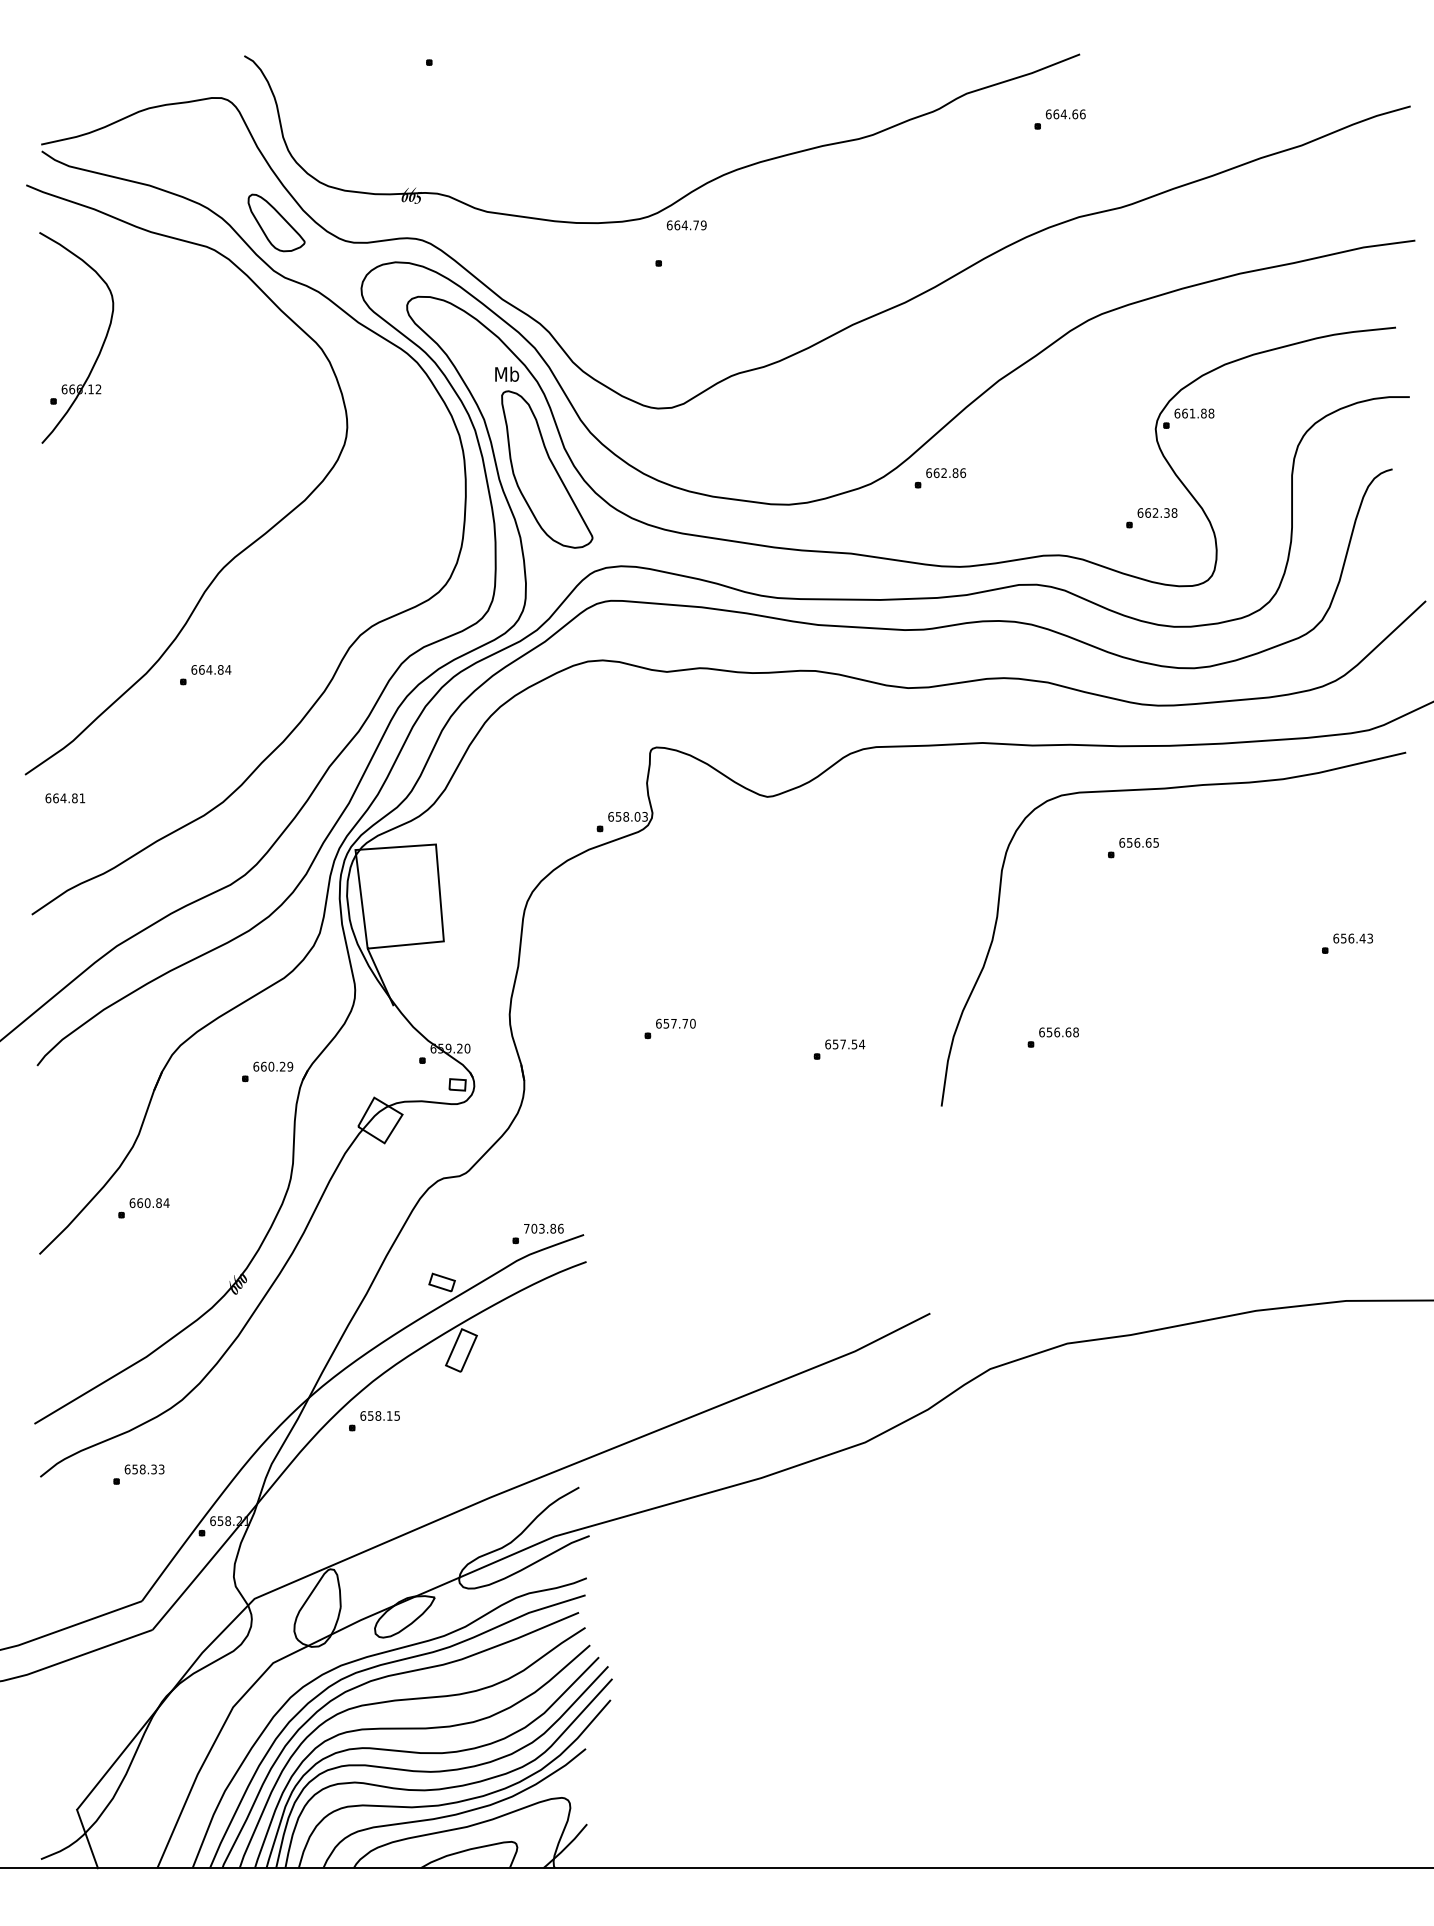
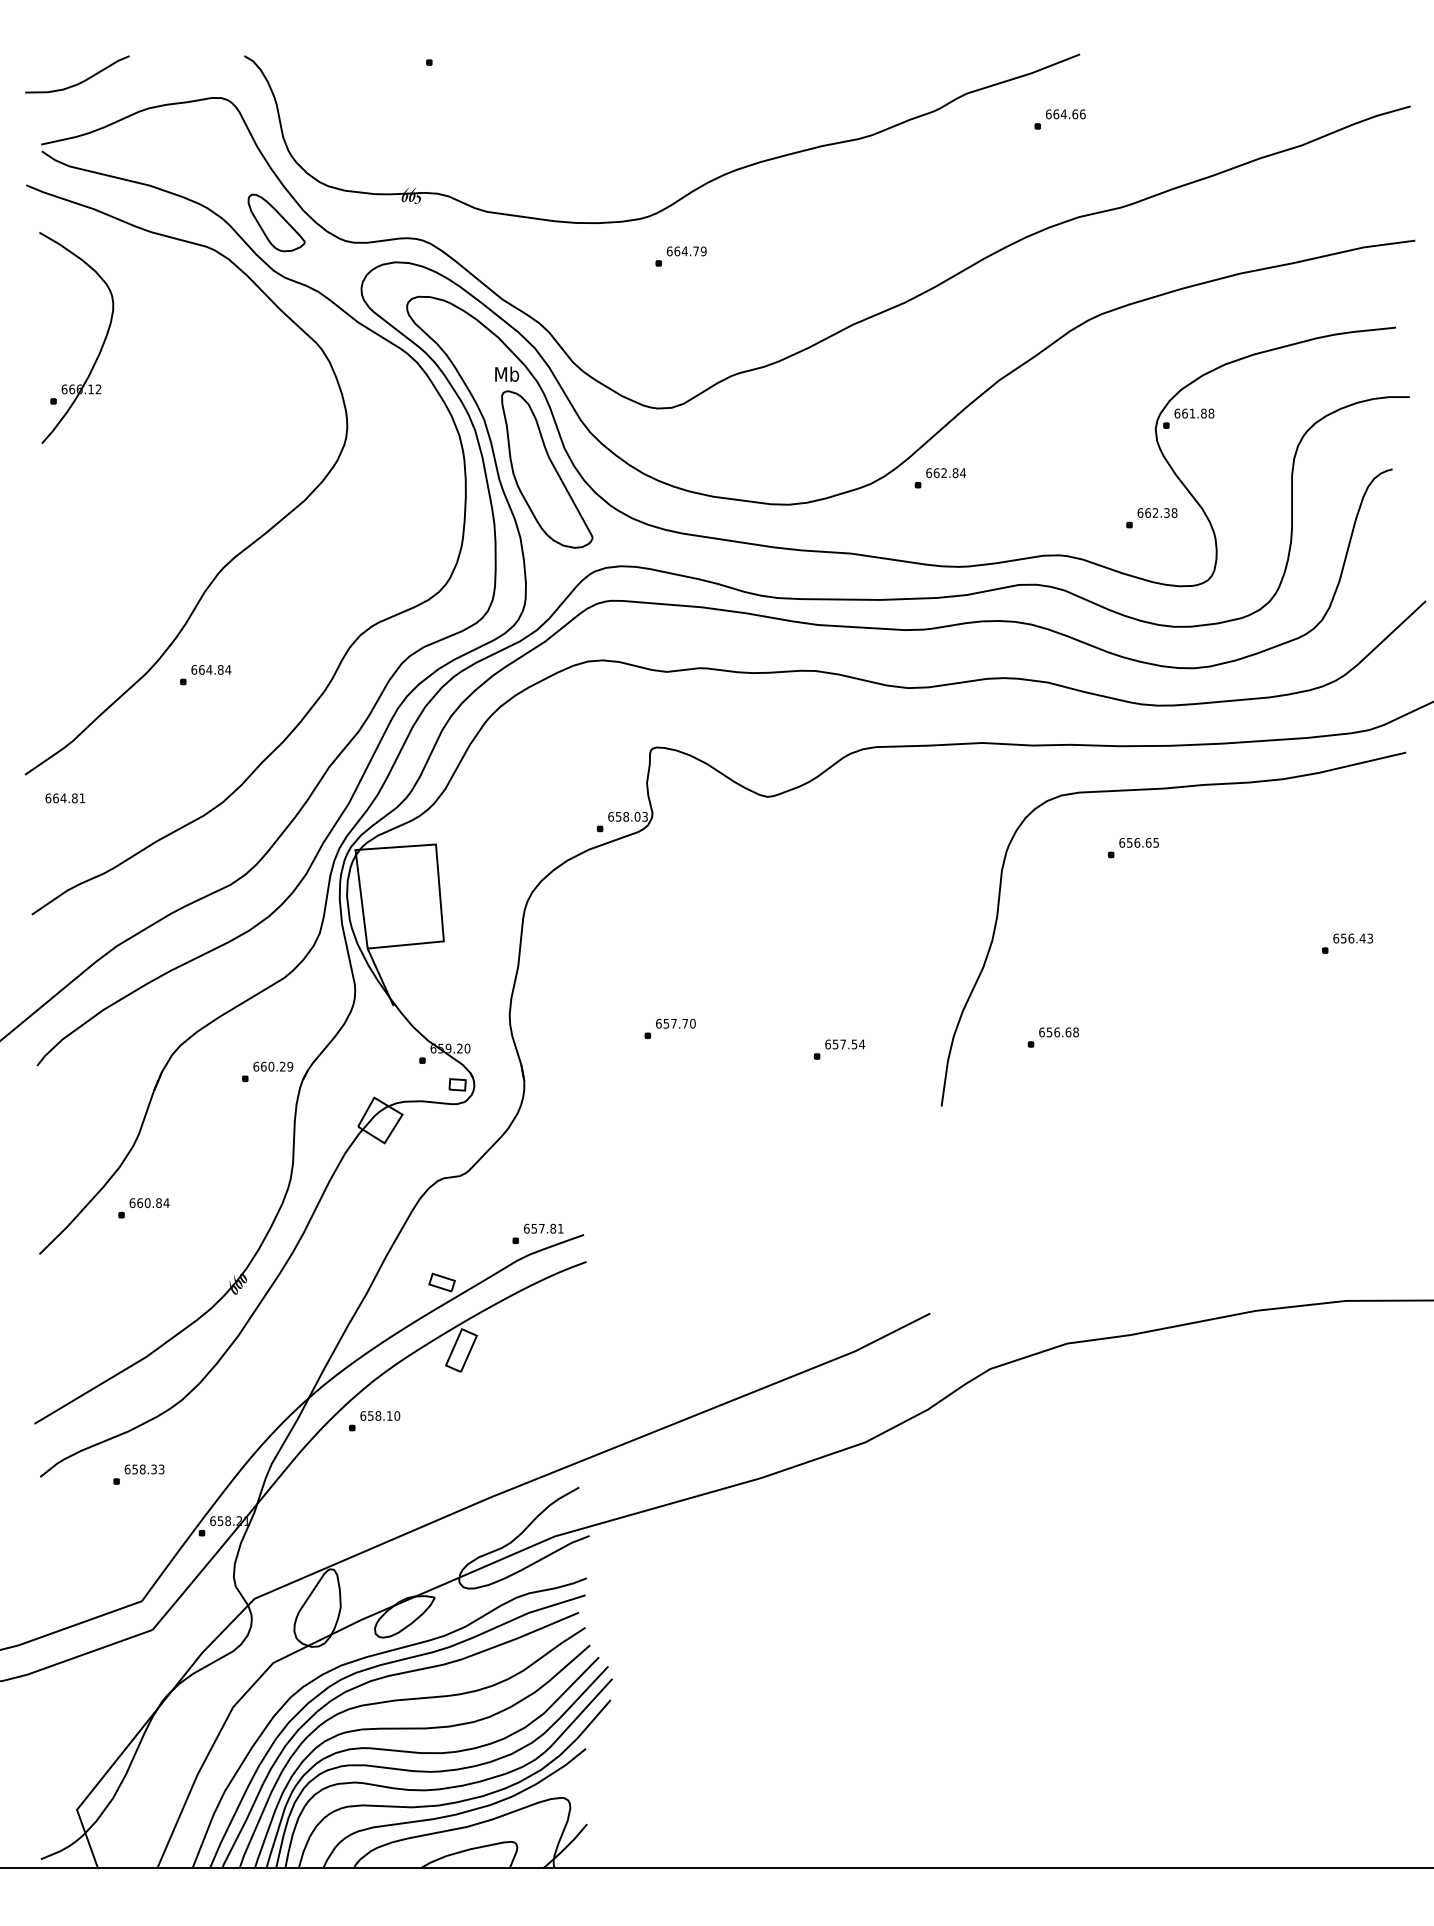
curve at (81, 81): none -> present
text at (686, 225) position: (686, 225) -> (686, 251)
text at (962, 473): 662.86 -> 662.84
text at (543, 1228): 703.86 -> 657.81
text at (397, 1415): 658.15 -> 658.10
